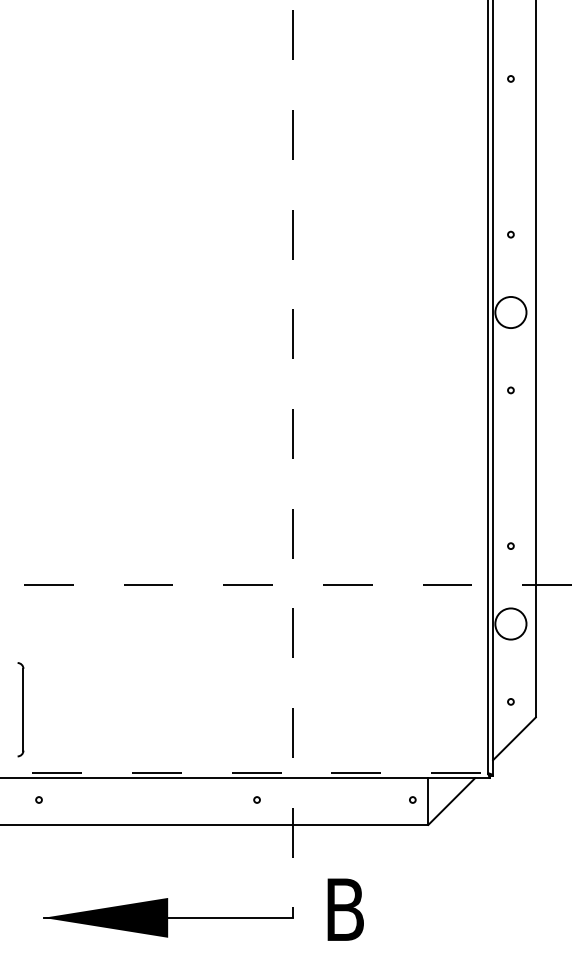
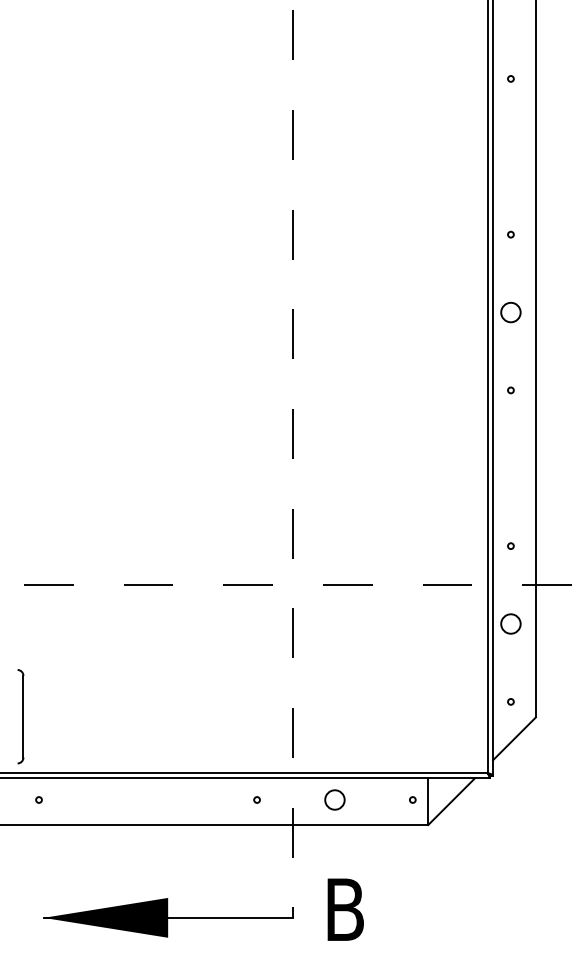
circle at (510, 312) diameter: 31 px -> 19 px
circle at (510, 623) diameter: 31 px -> 19 px
part at (20, 709) position: (20, 709) -> (20, 716)
line at (244, 773): dashed -> solid
circle at (334, 799): none -> present
